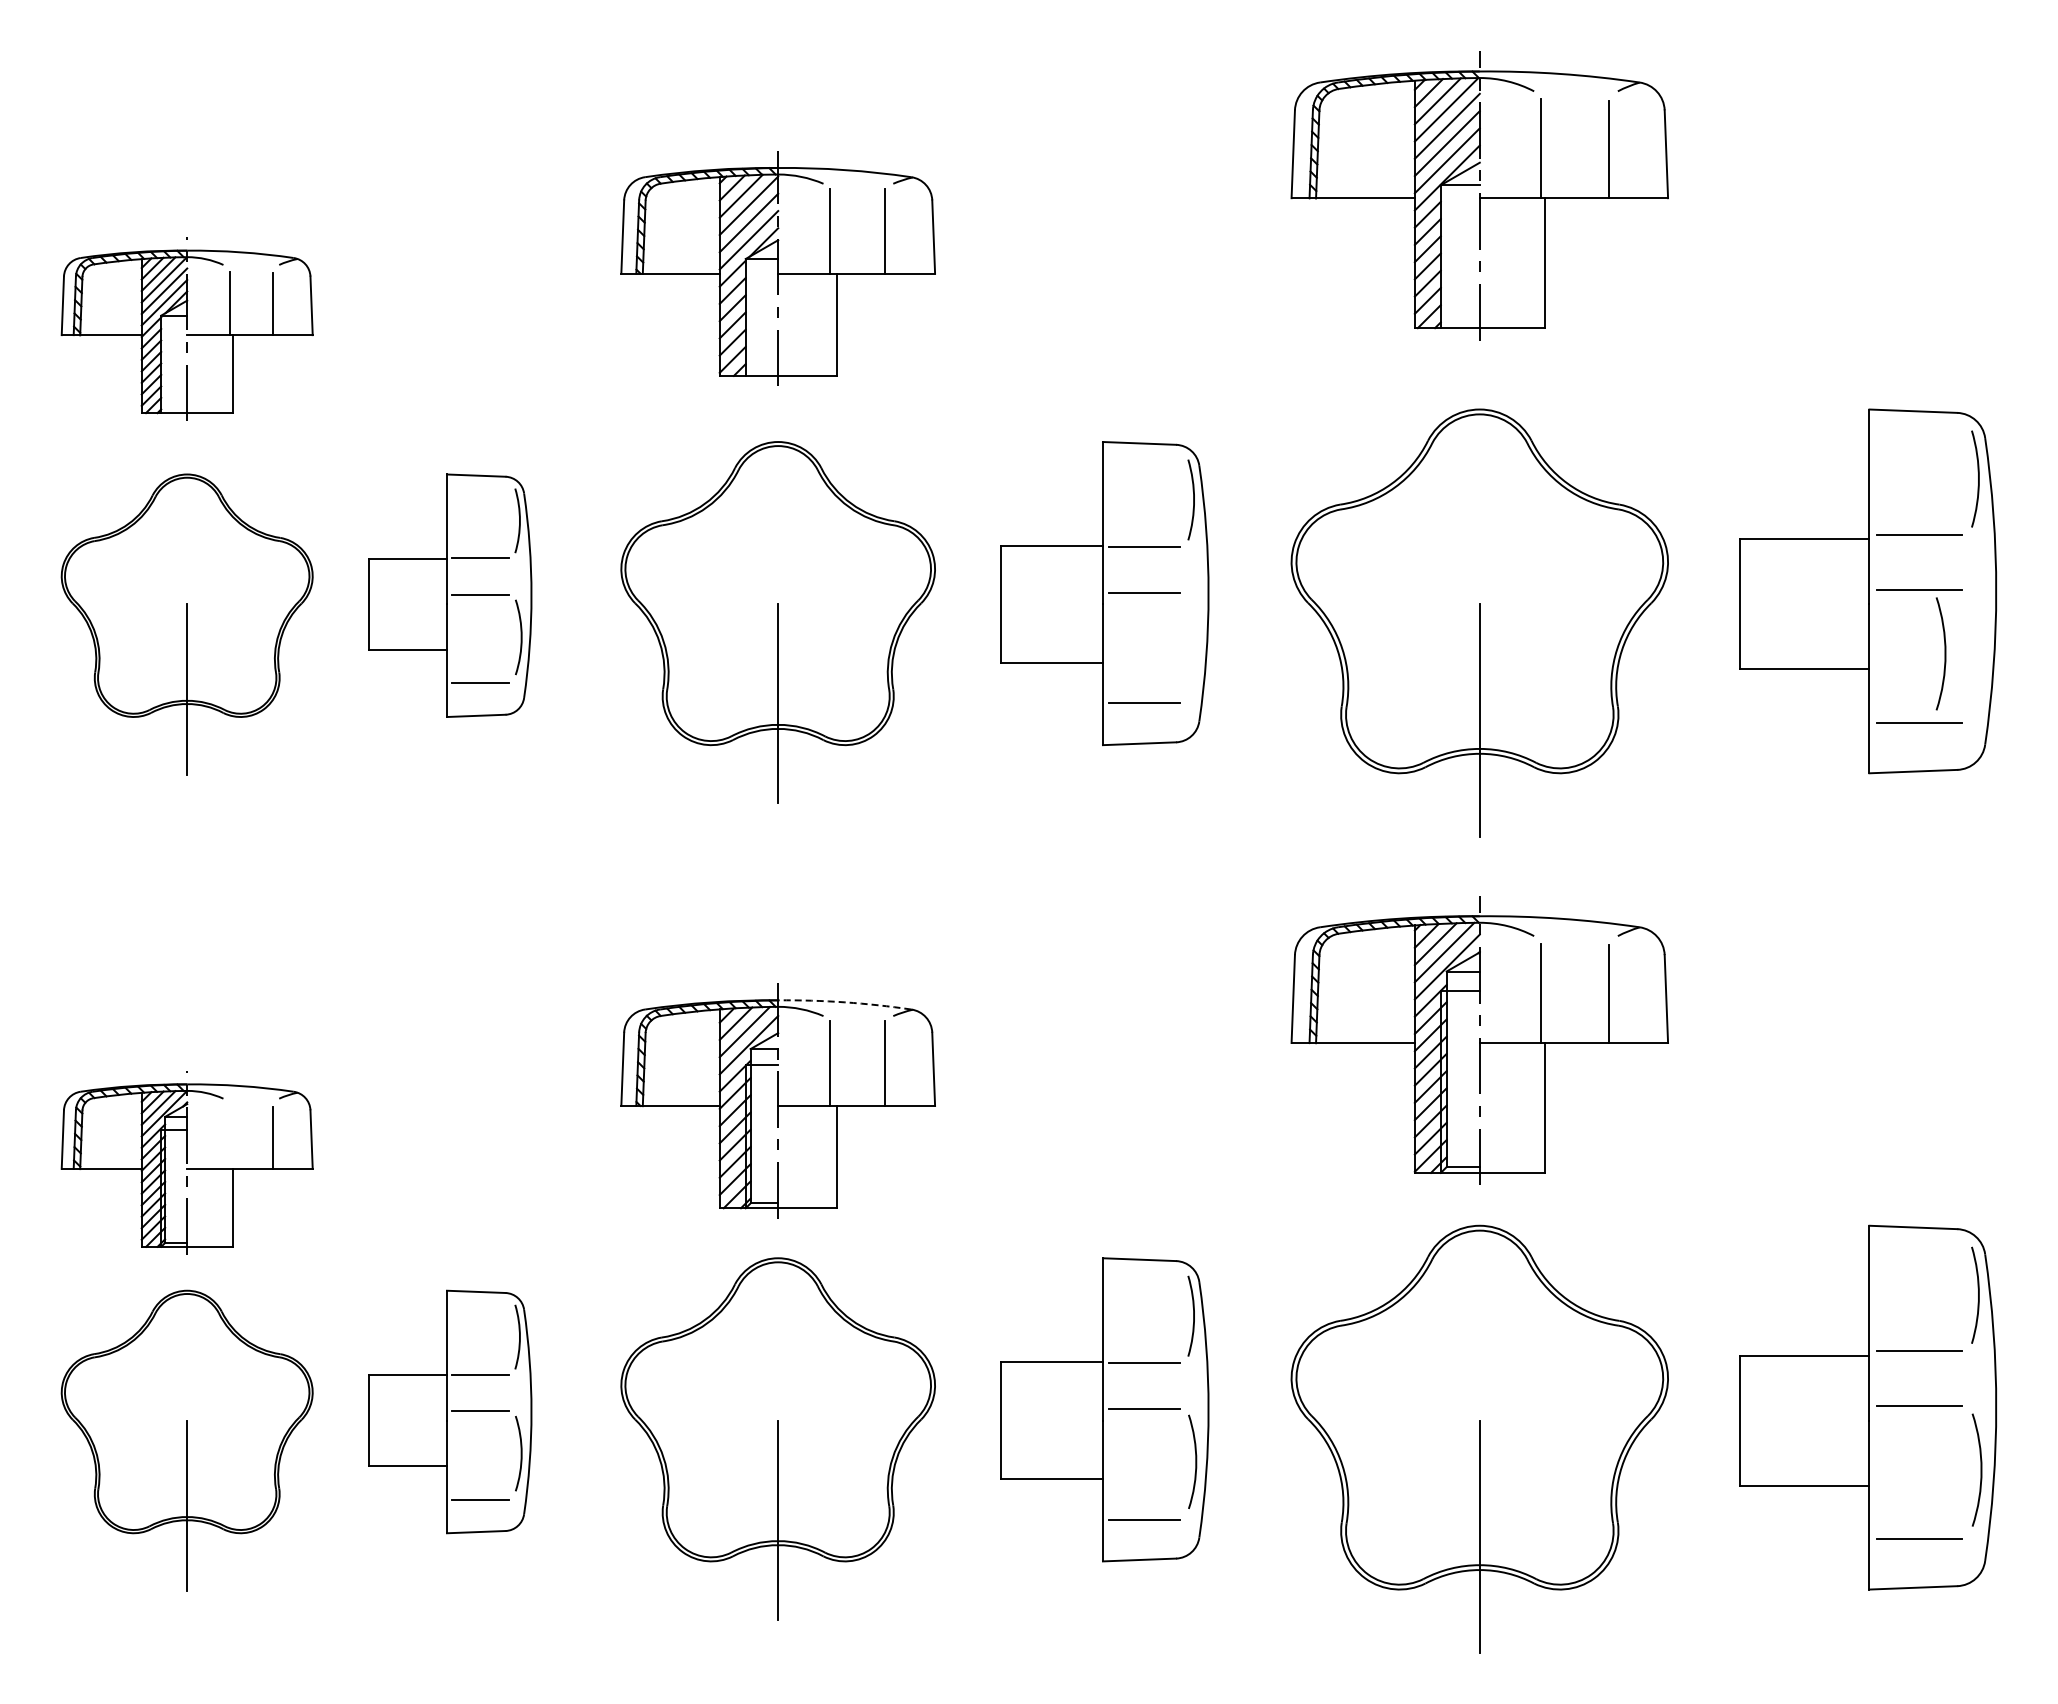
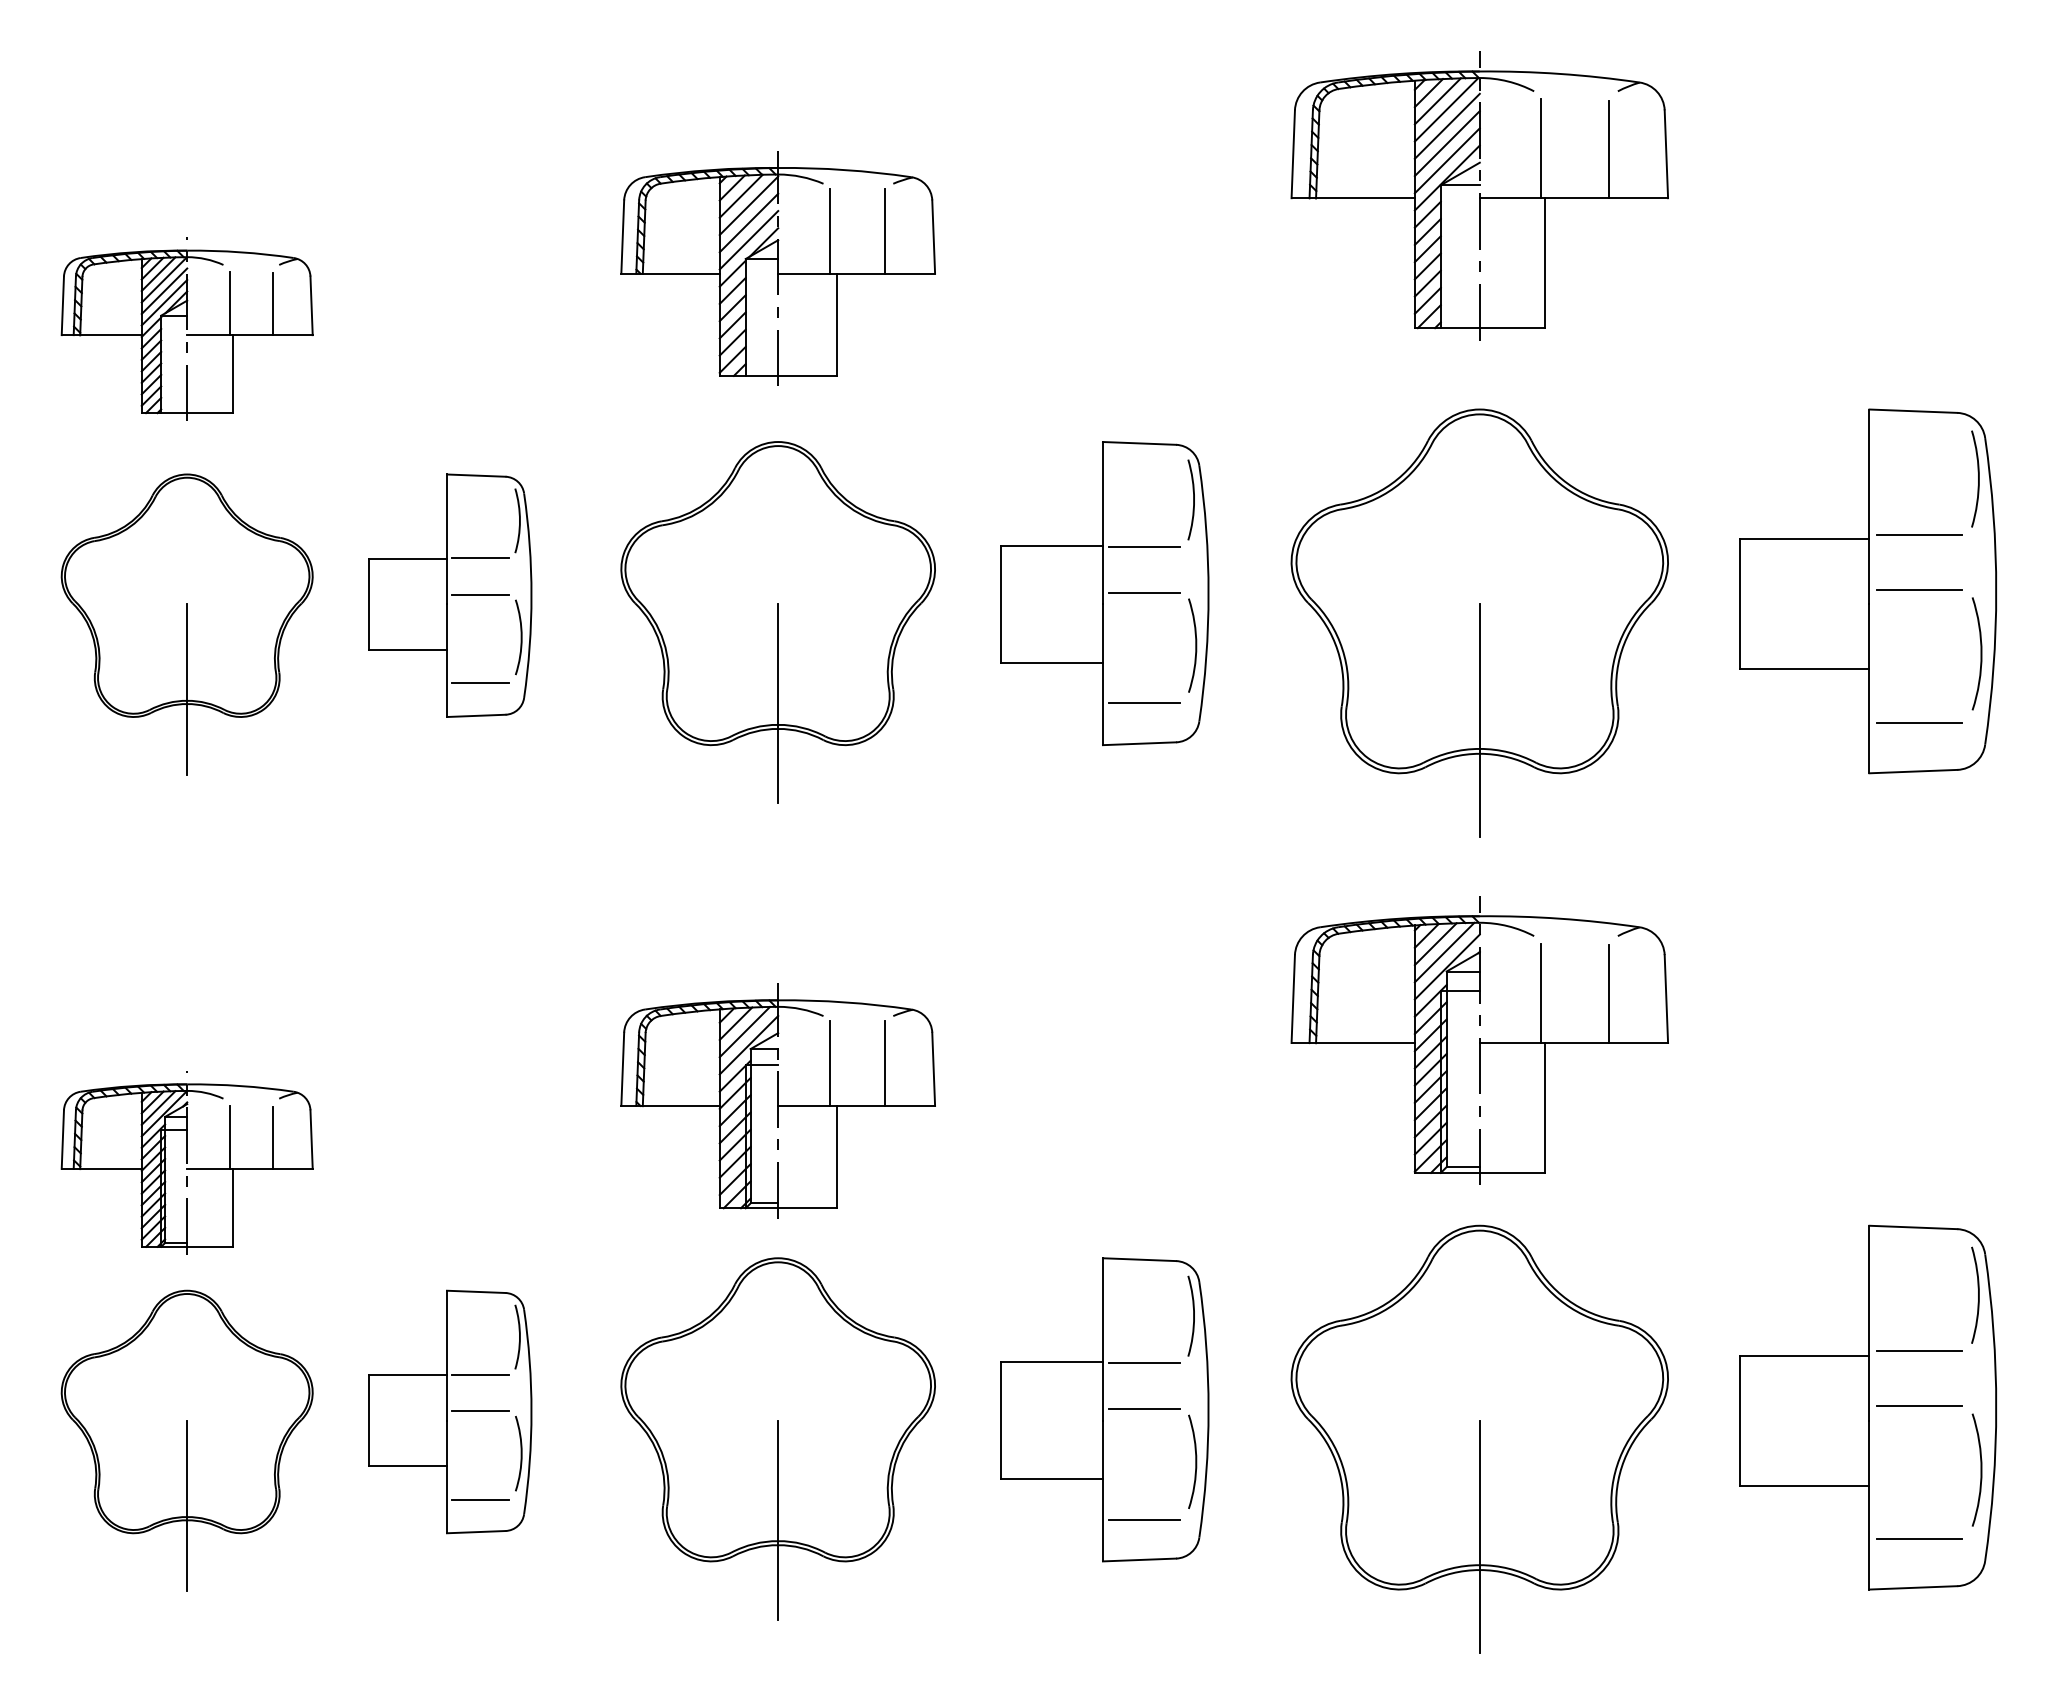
arc at (1195, 645): none -> present
arc at (1944, 653) position: (1944, 653) -> (1980, 653)
arc at (844, 1002): dashed -> solid
line at (230, 1136): none -> present
